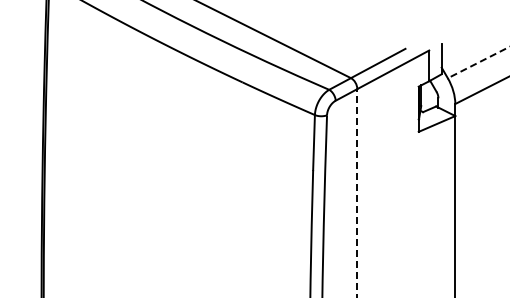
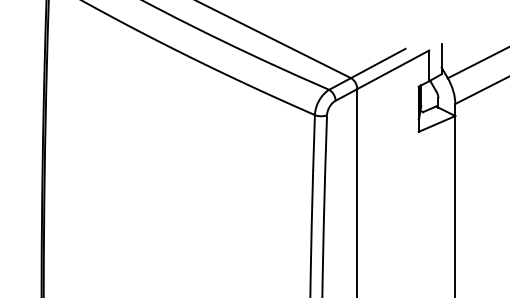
line at (478, 62): dashed -> solid
line at (357, 193): dashed -> solid
